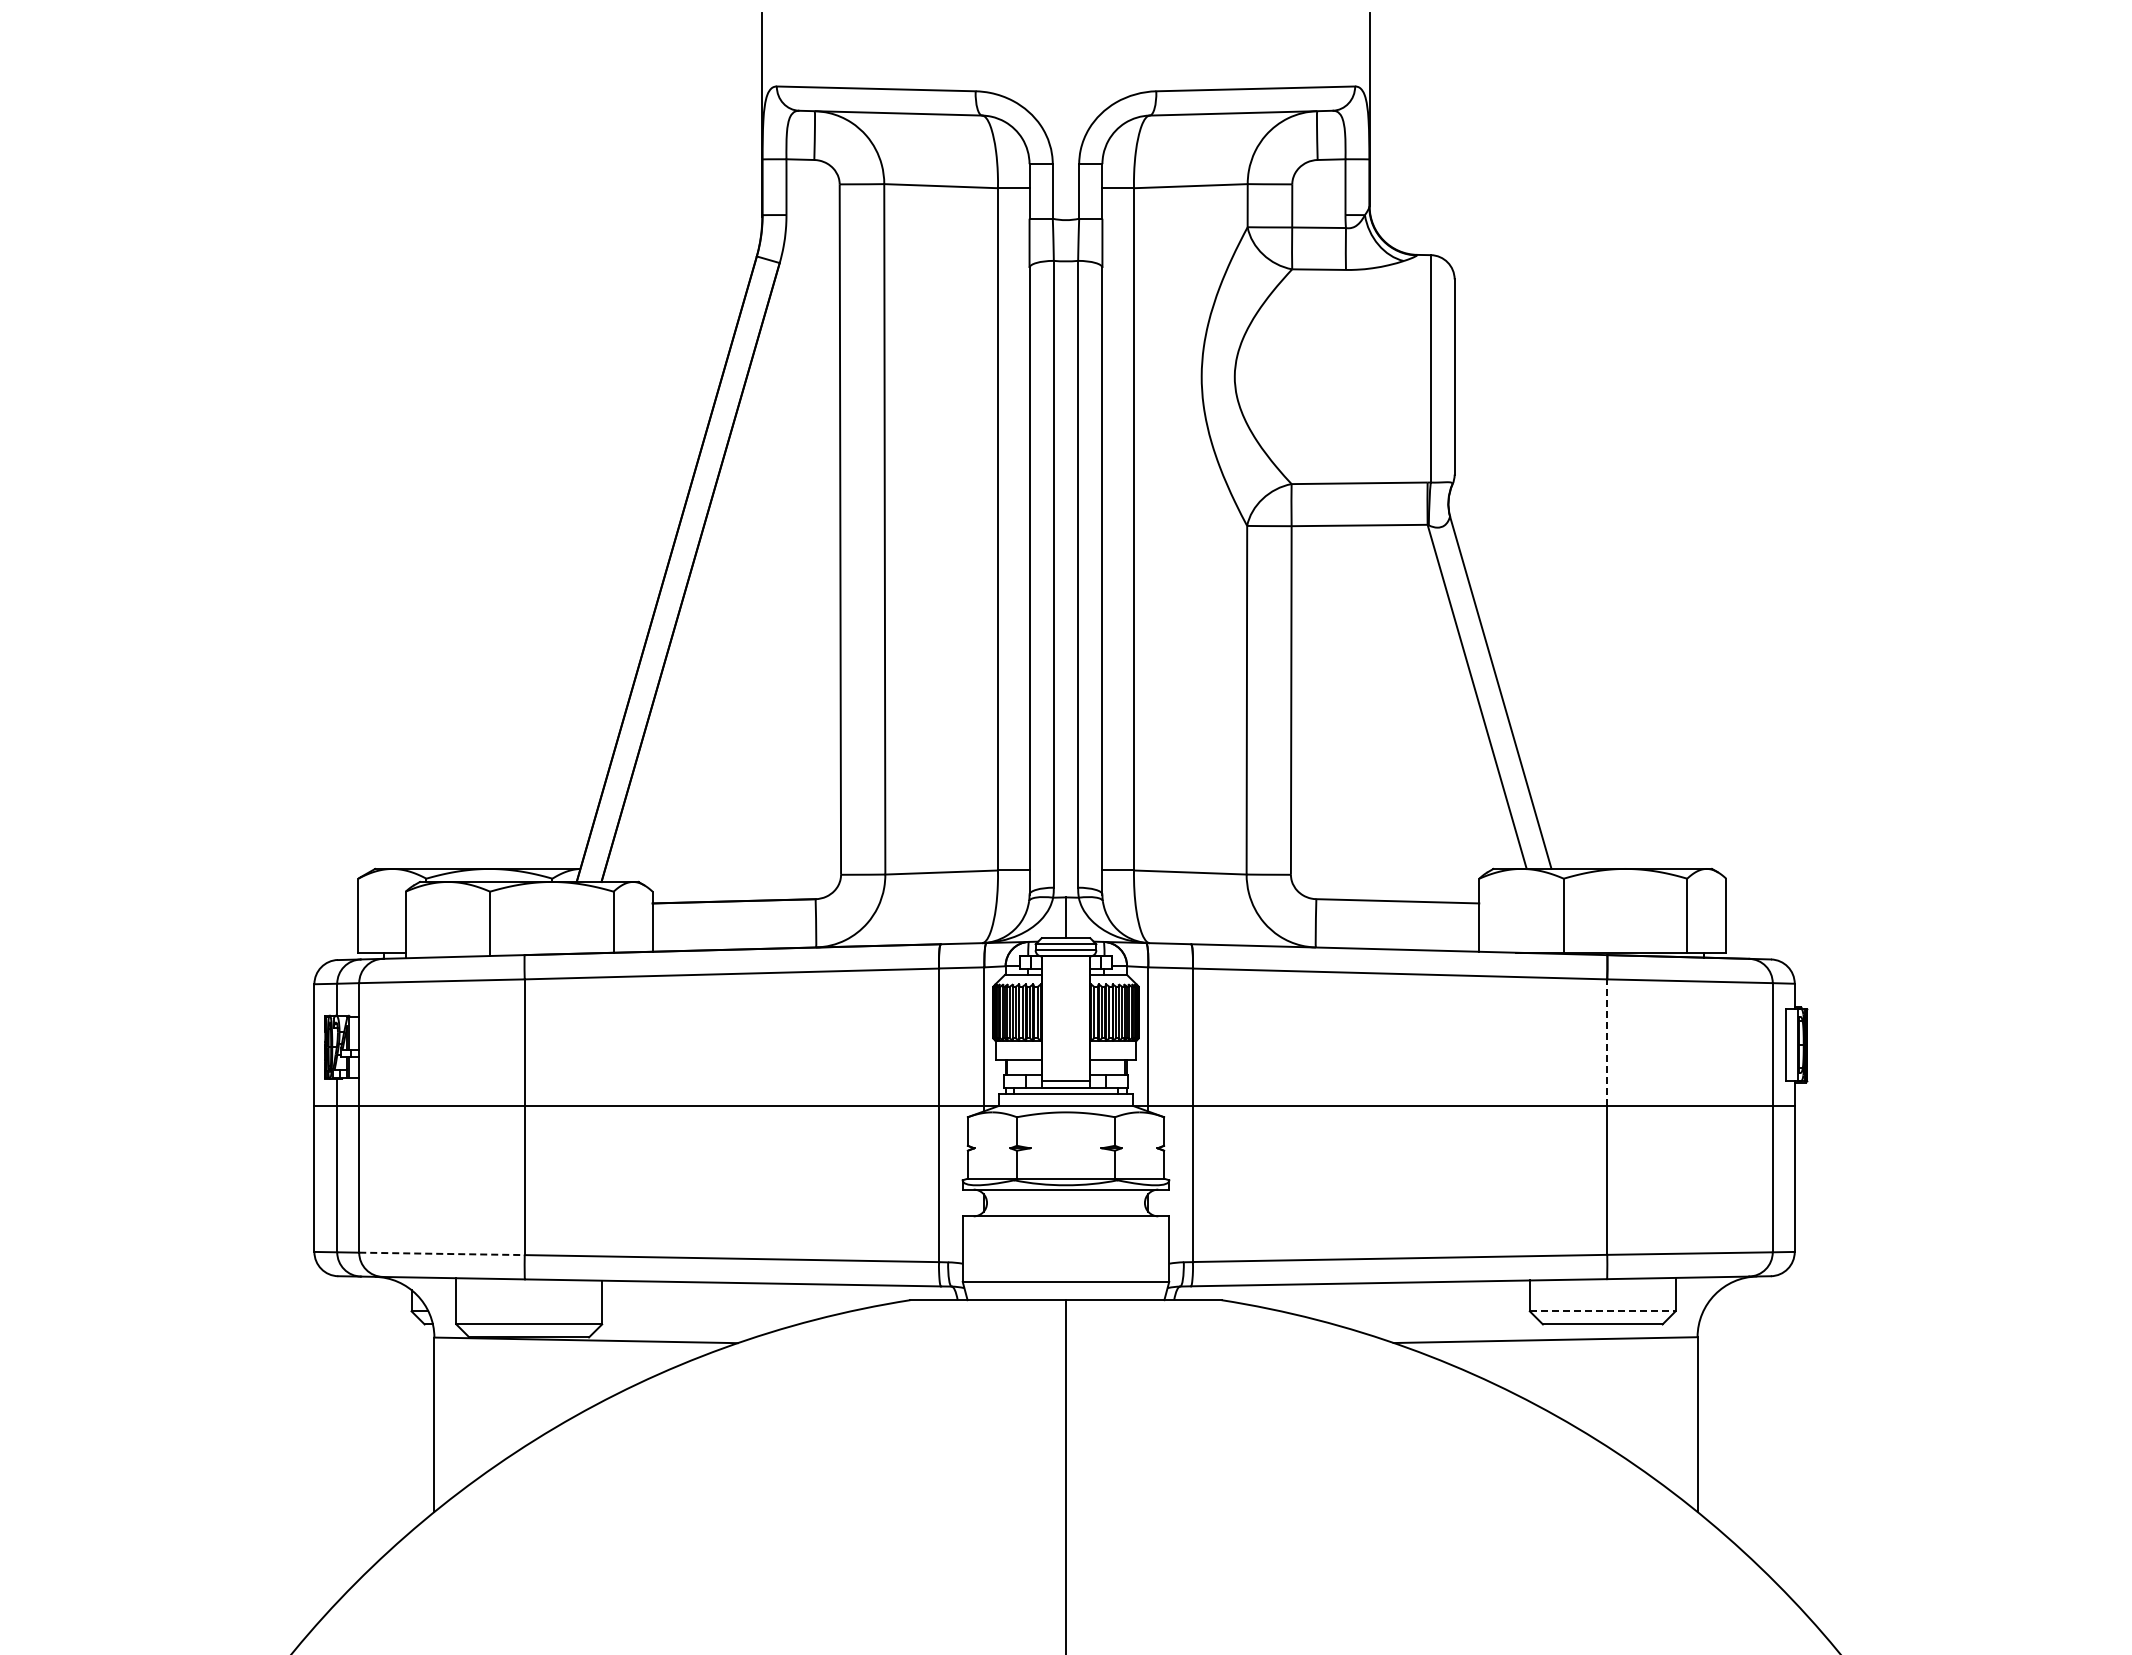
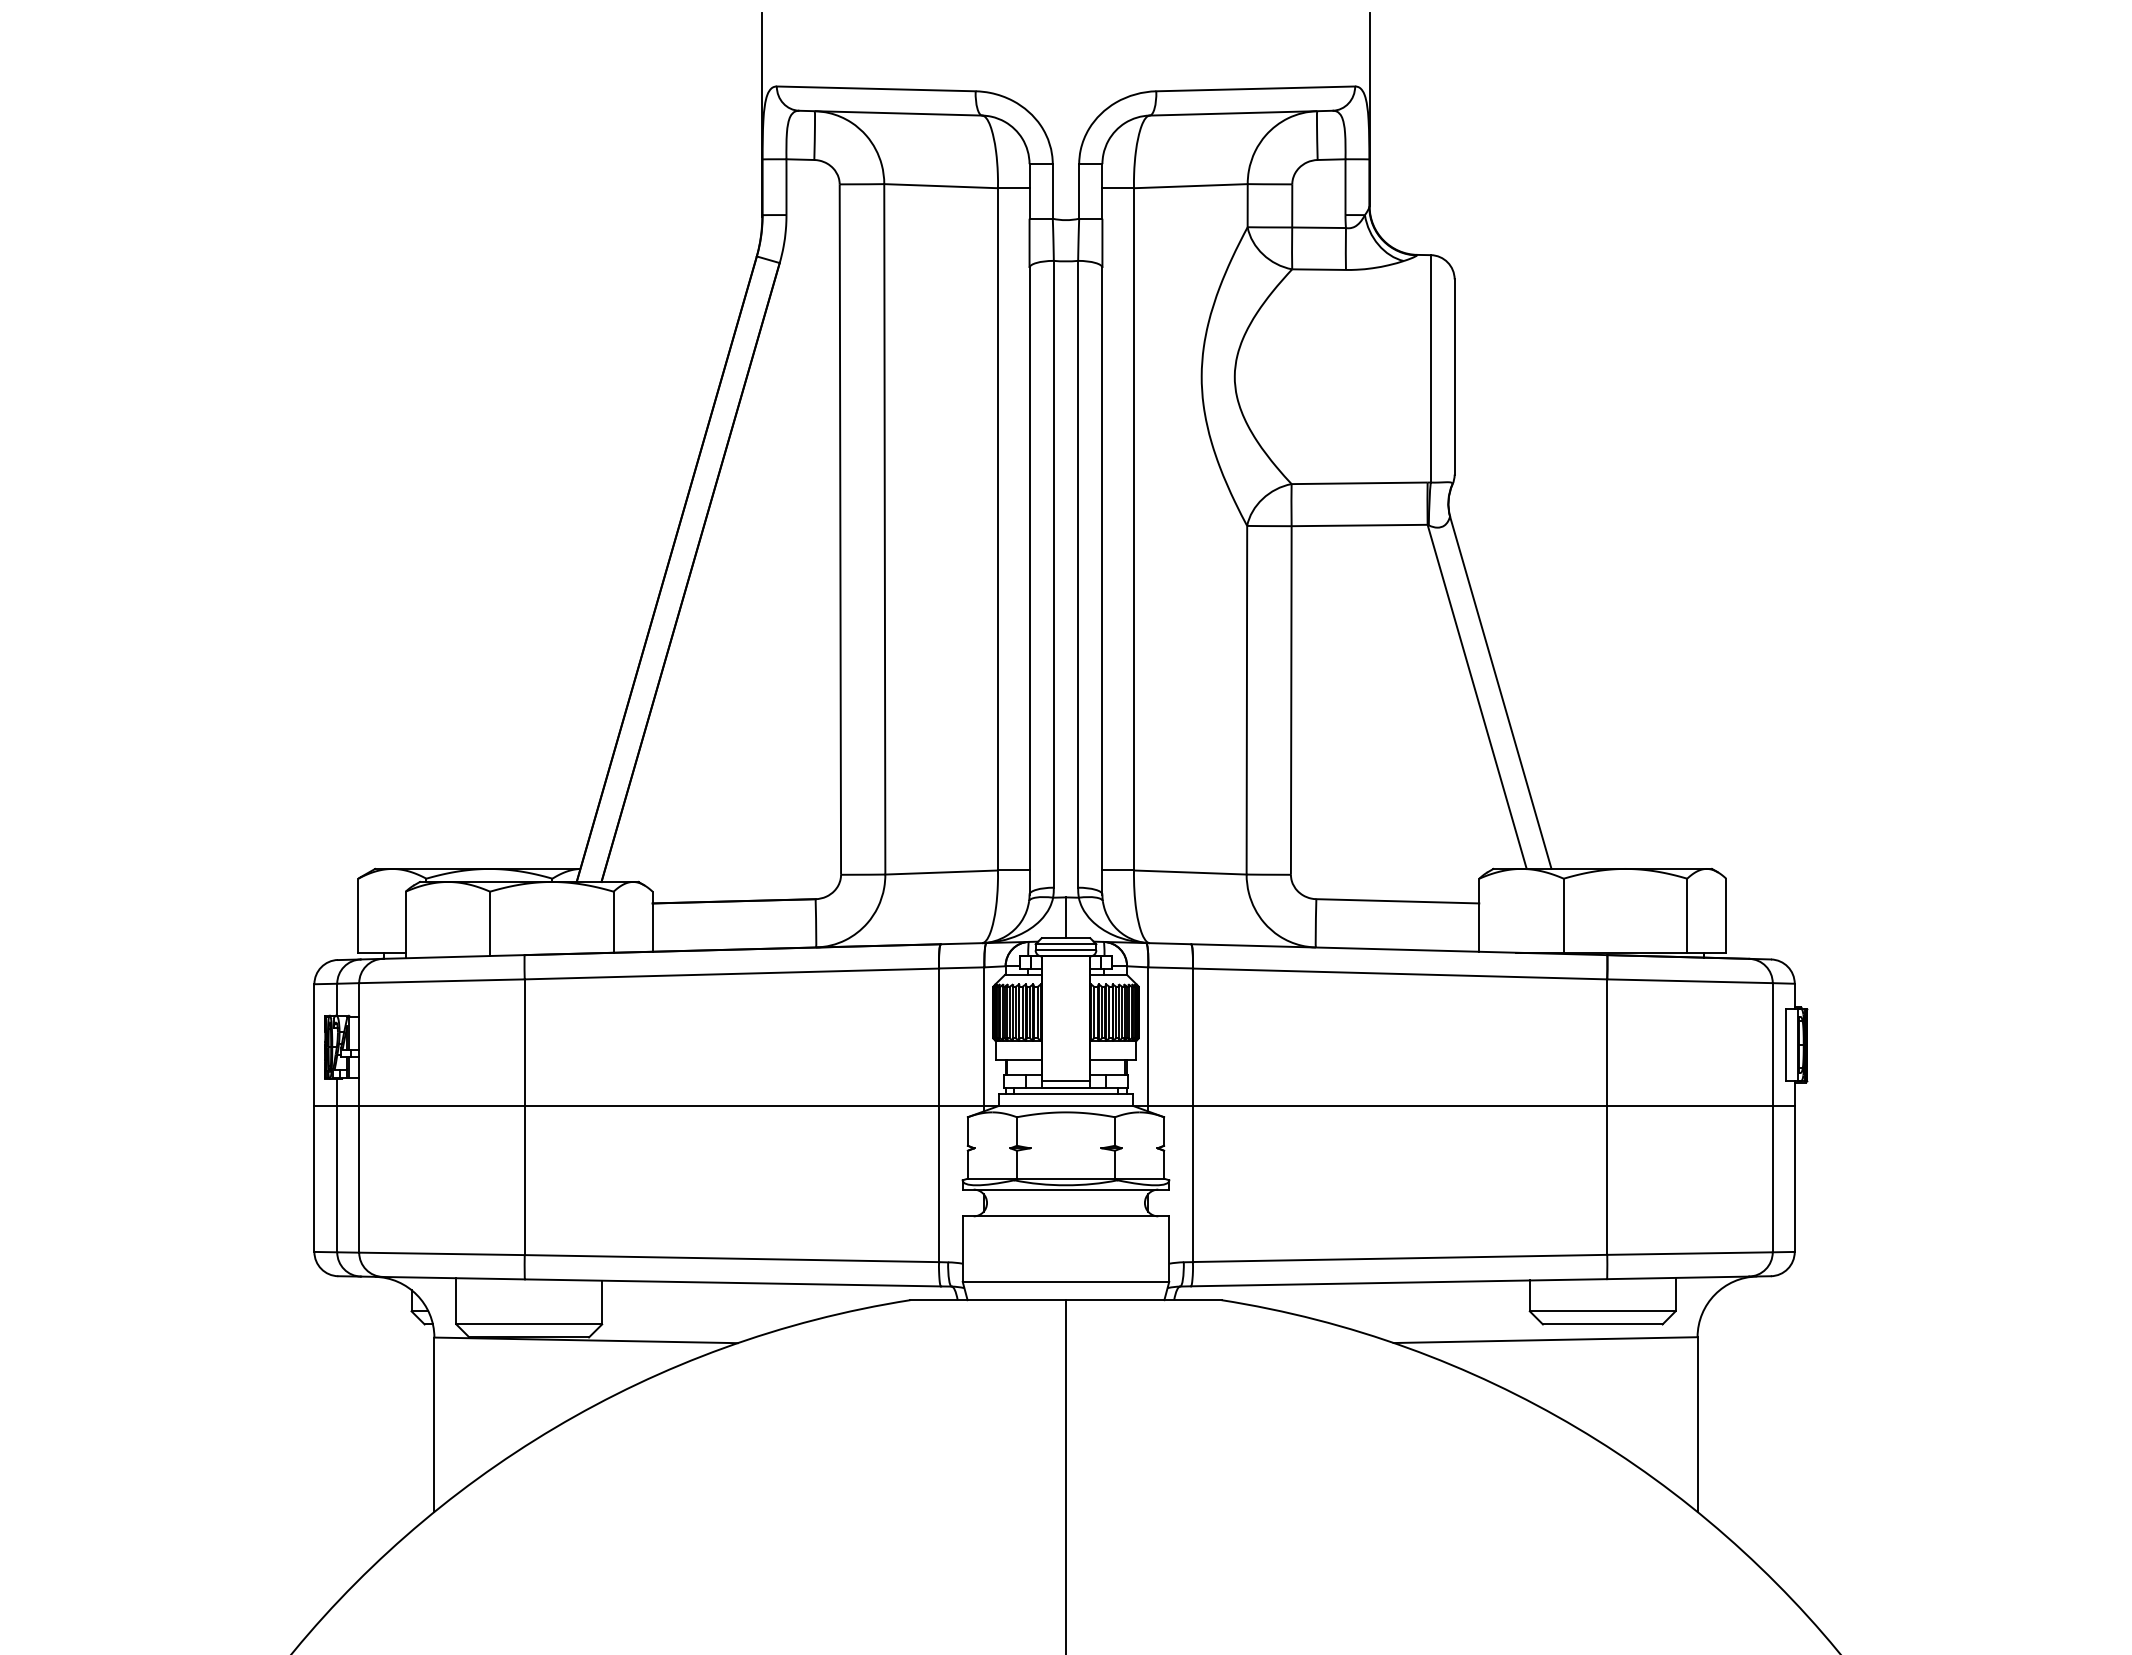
line at (1607, 1042): dashed -> solid
line at (441, 1253): dashed -> solid
line at (1602, 1311): dashed -> solid
